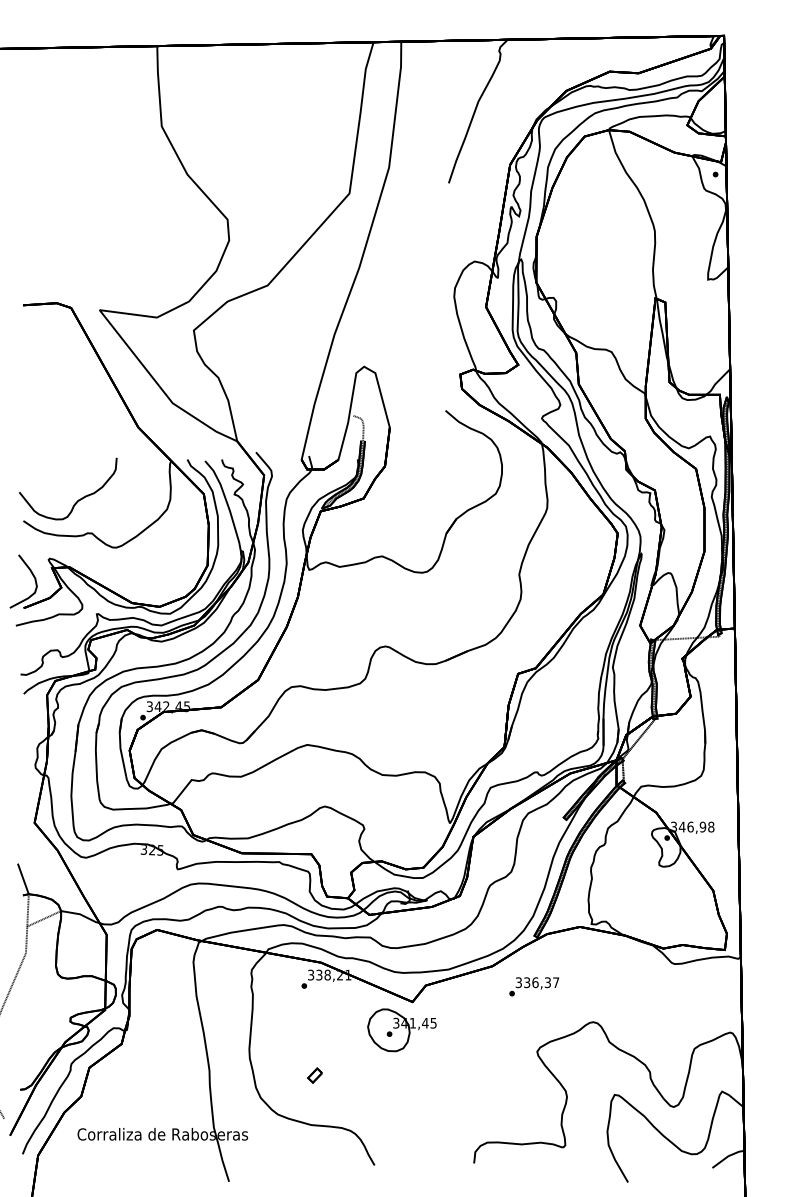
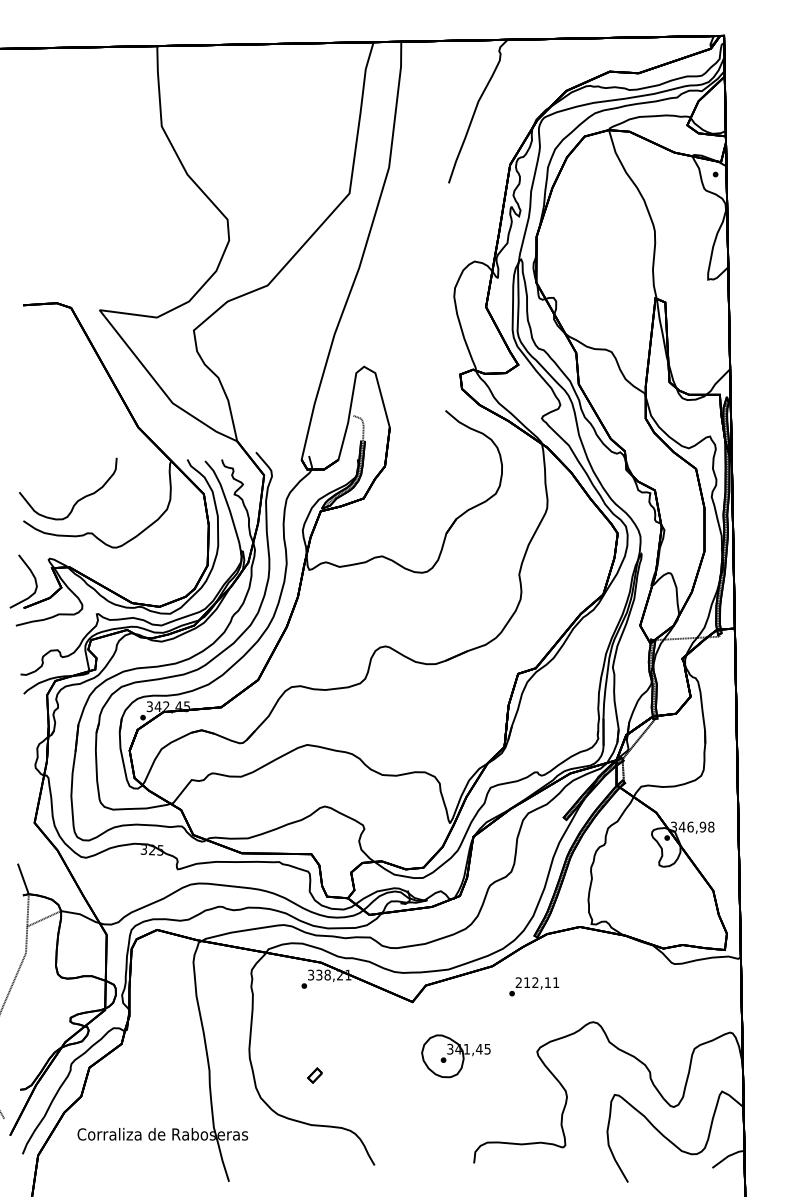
text at (537, 982): 336,37 -> 212,11
part at (401, 1030) position: (401, 1030) -> (455, 1056)
